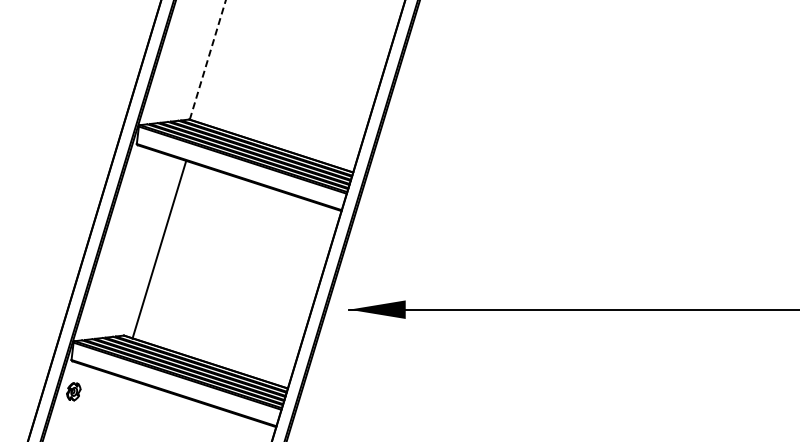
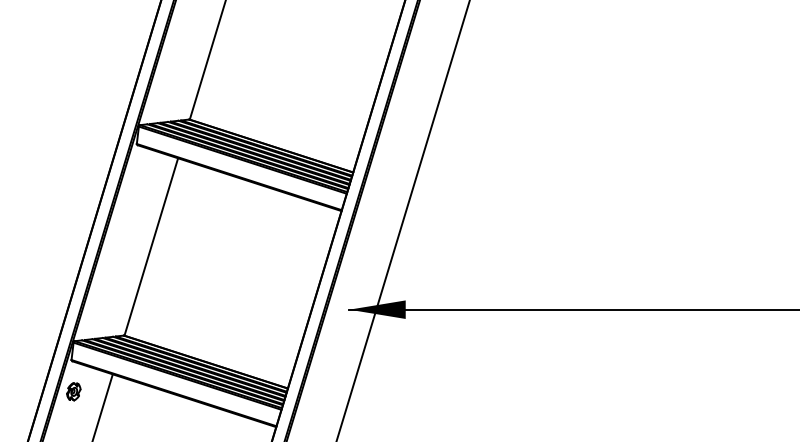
line at (207, 59): dashed -> solid
line at (403, 220): none -> present
line at (159, 249) position: (159, 249) -> (151, 246)
line at (102, 406): none -> present
